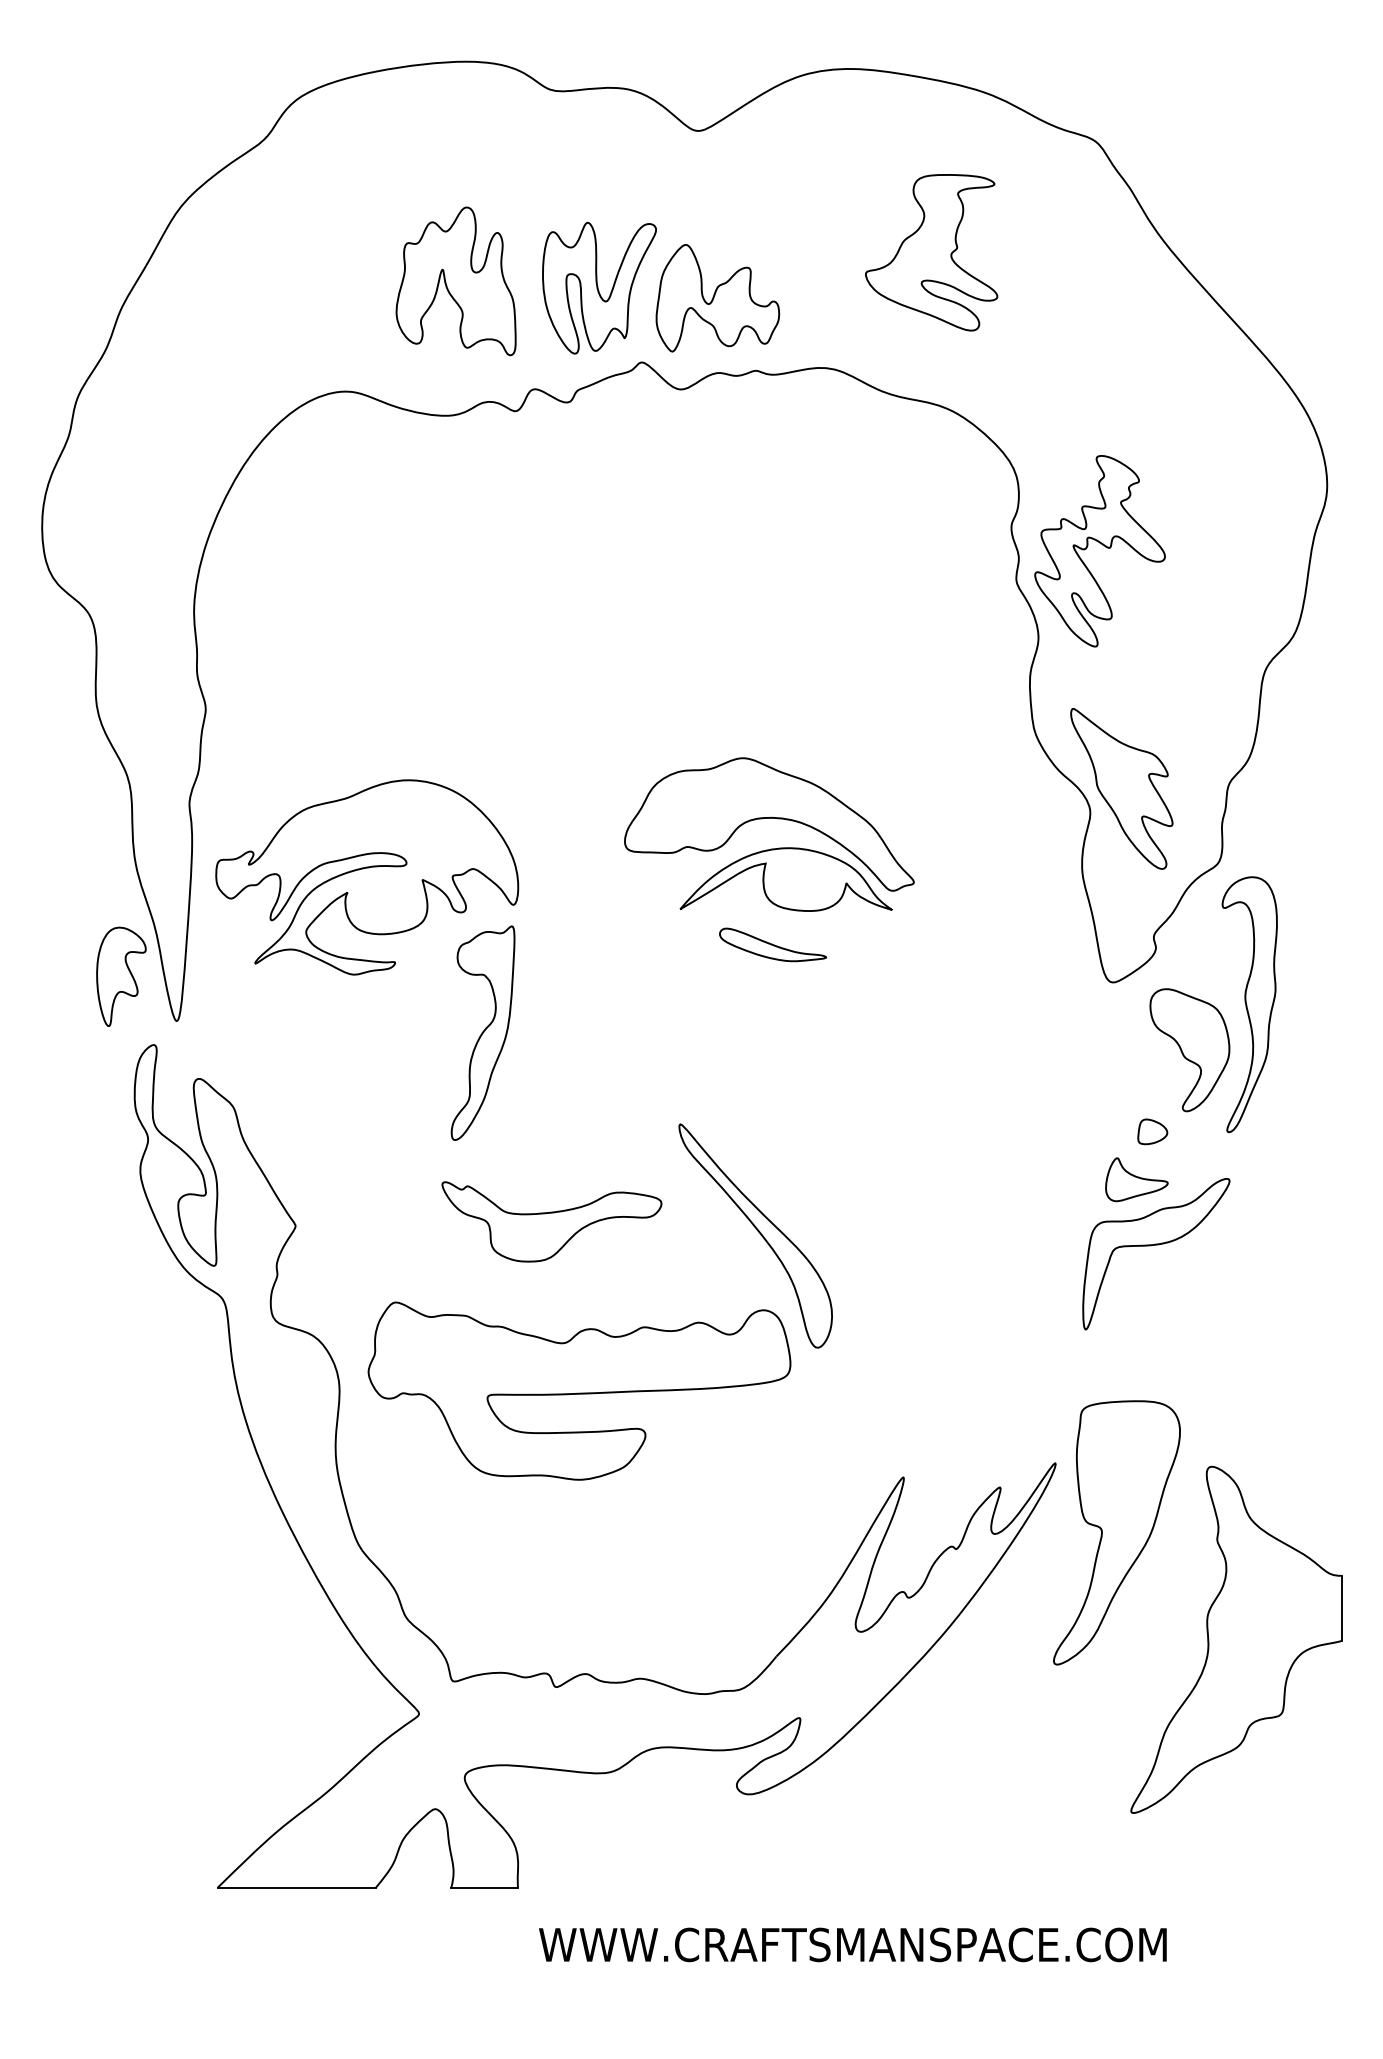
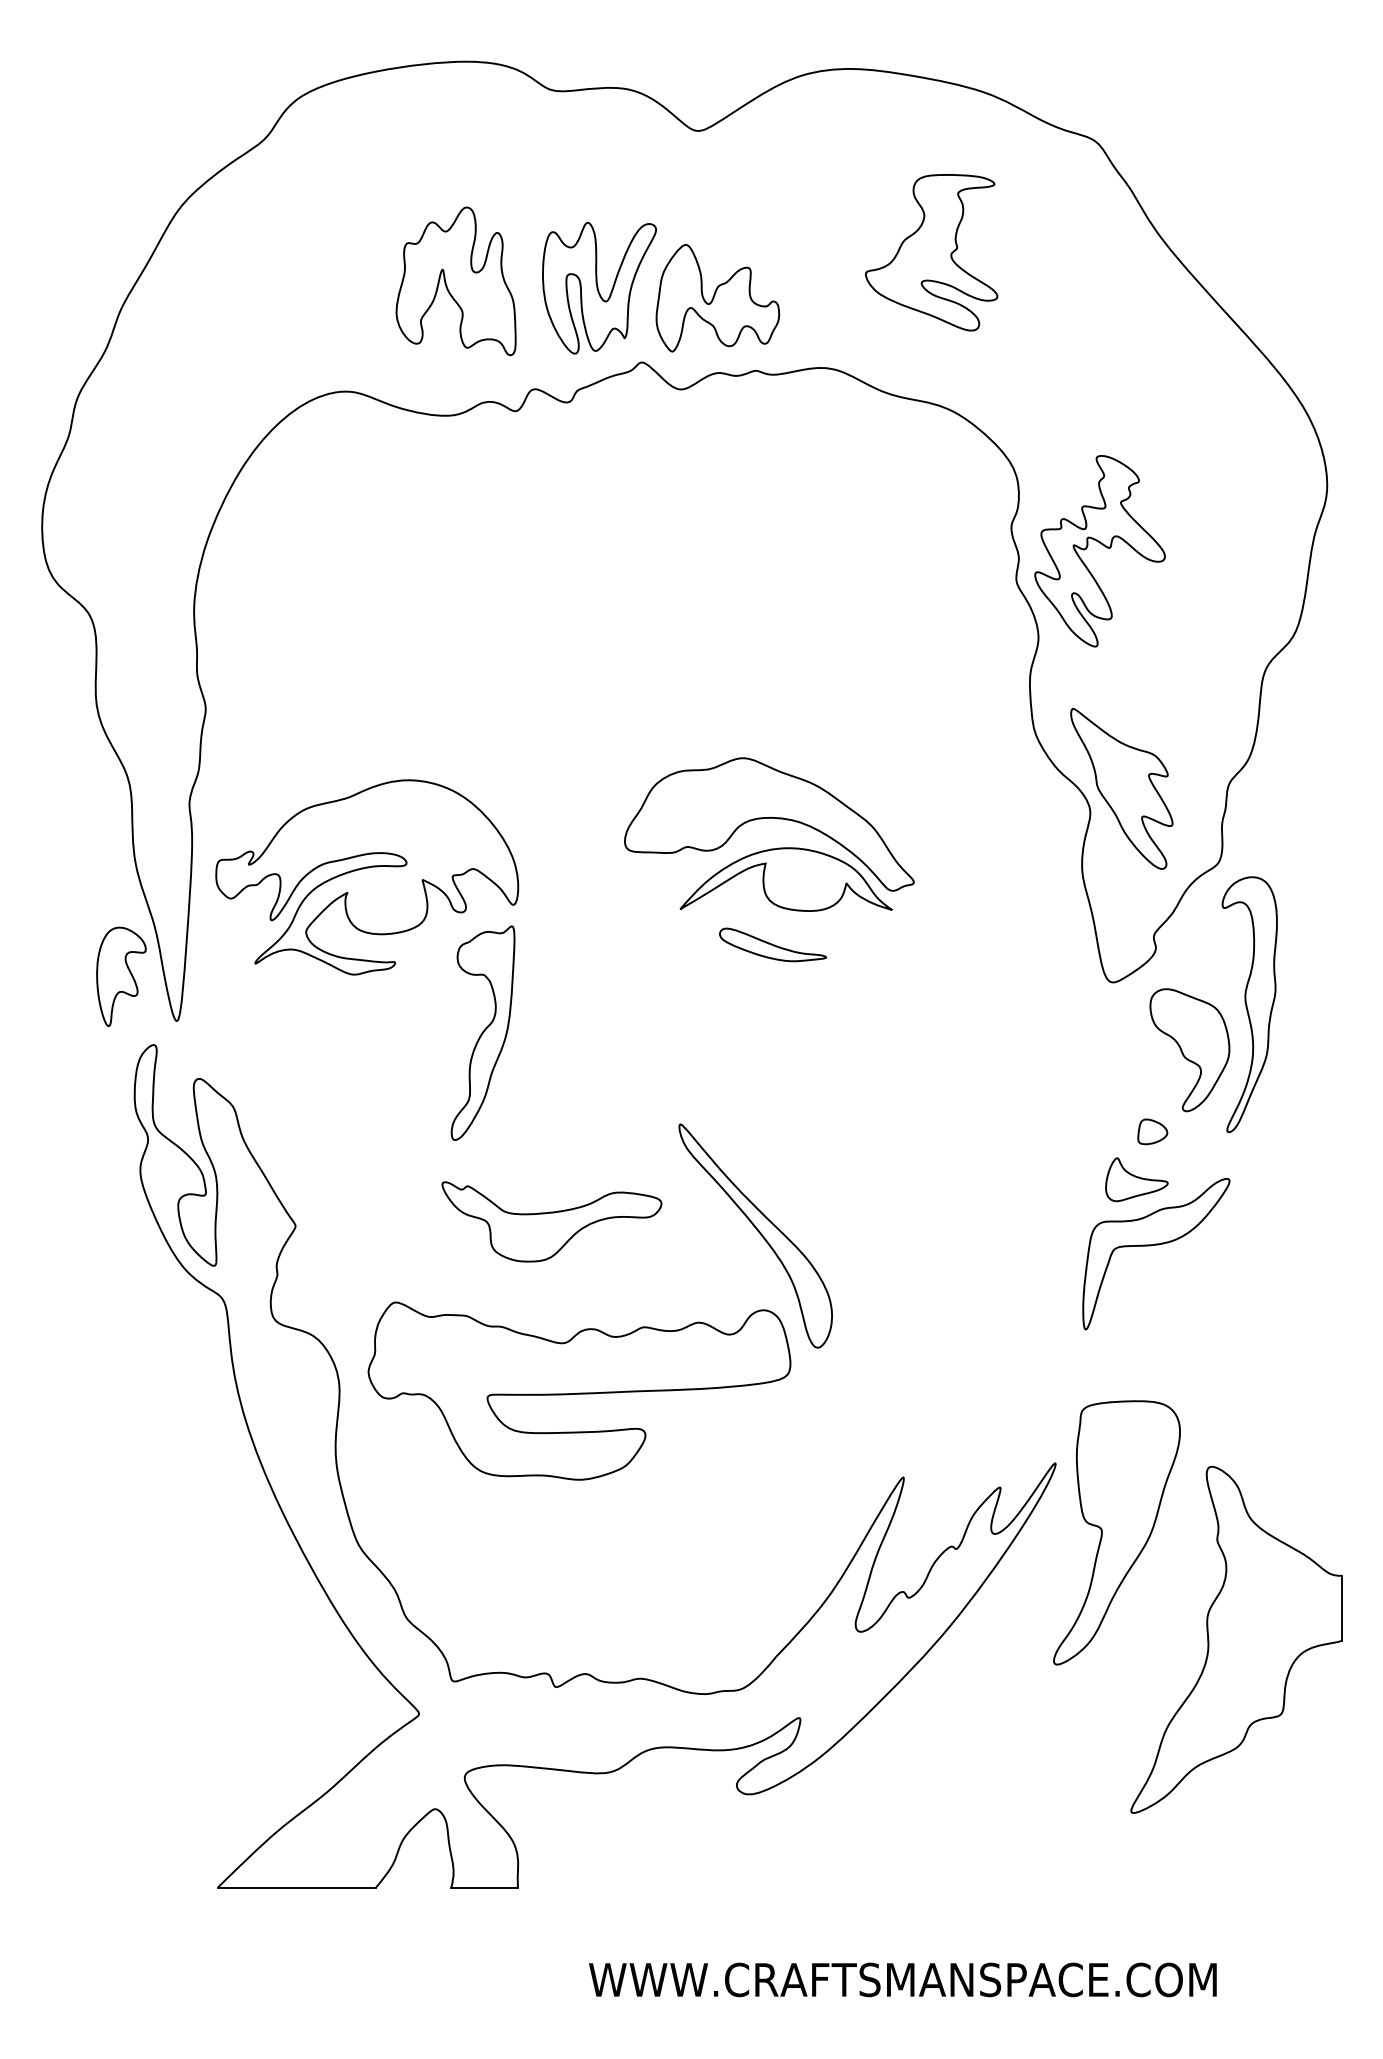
text at (852, 1944) position: (852, 1944) -> (902, 1979)
